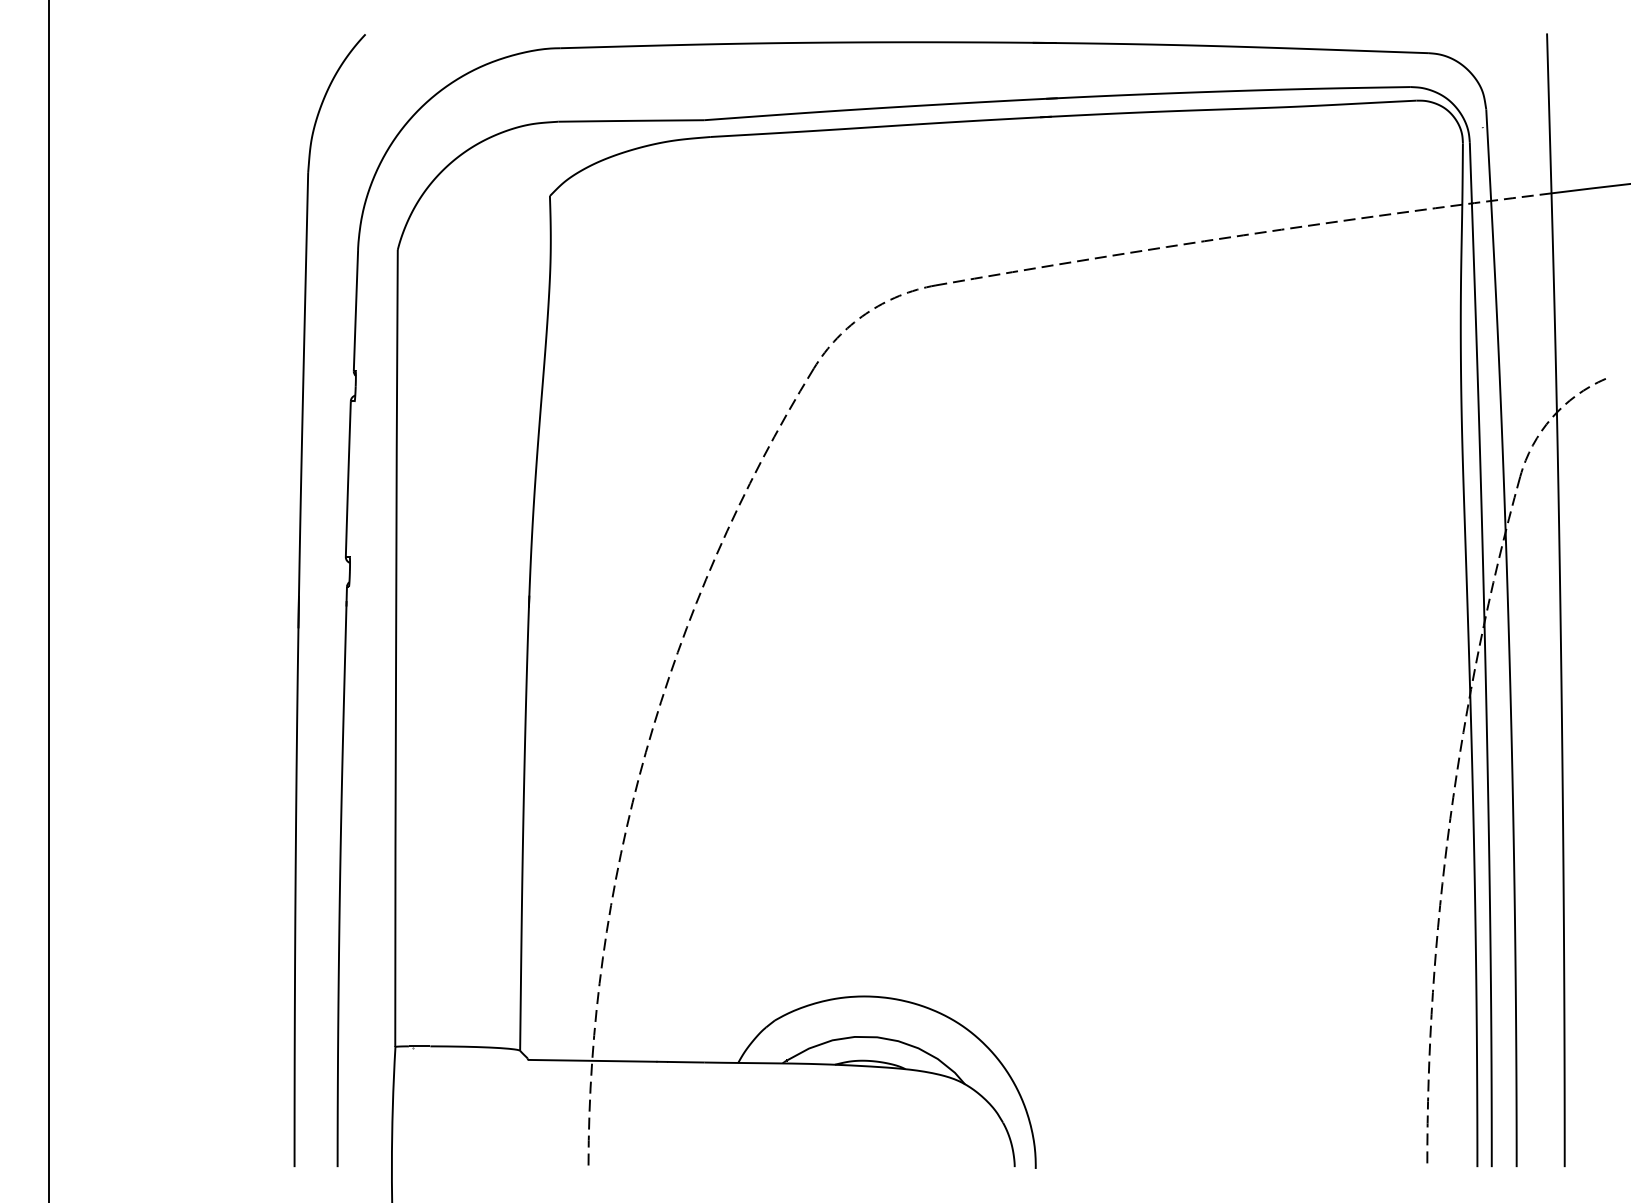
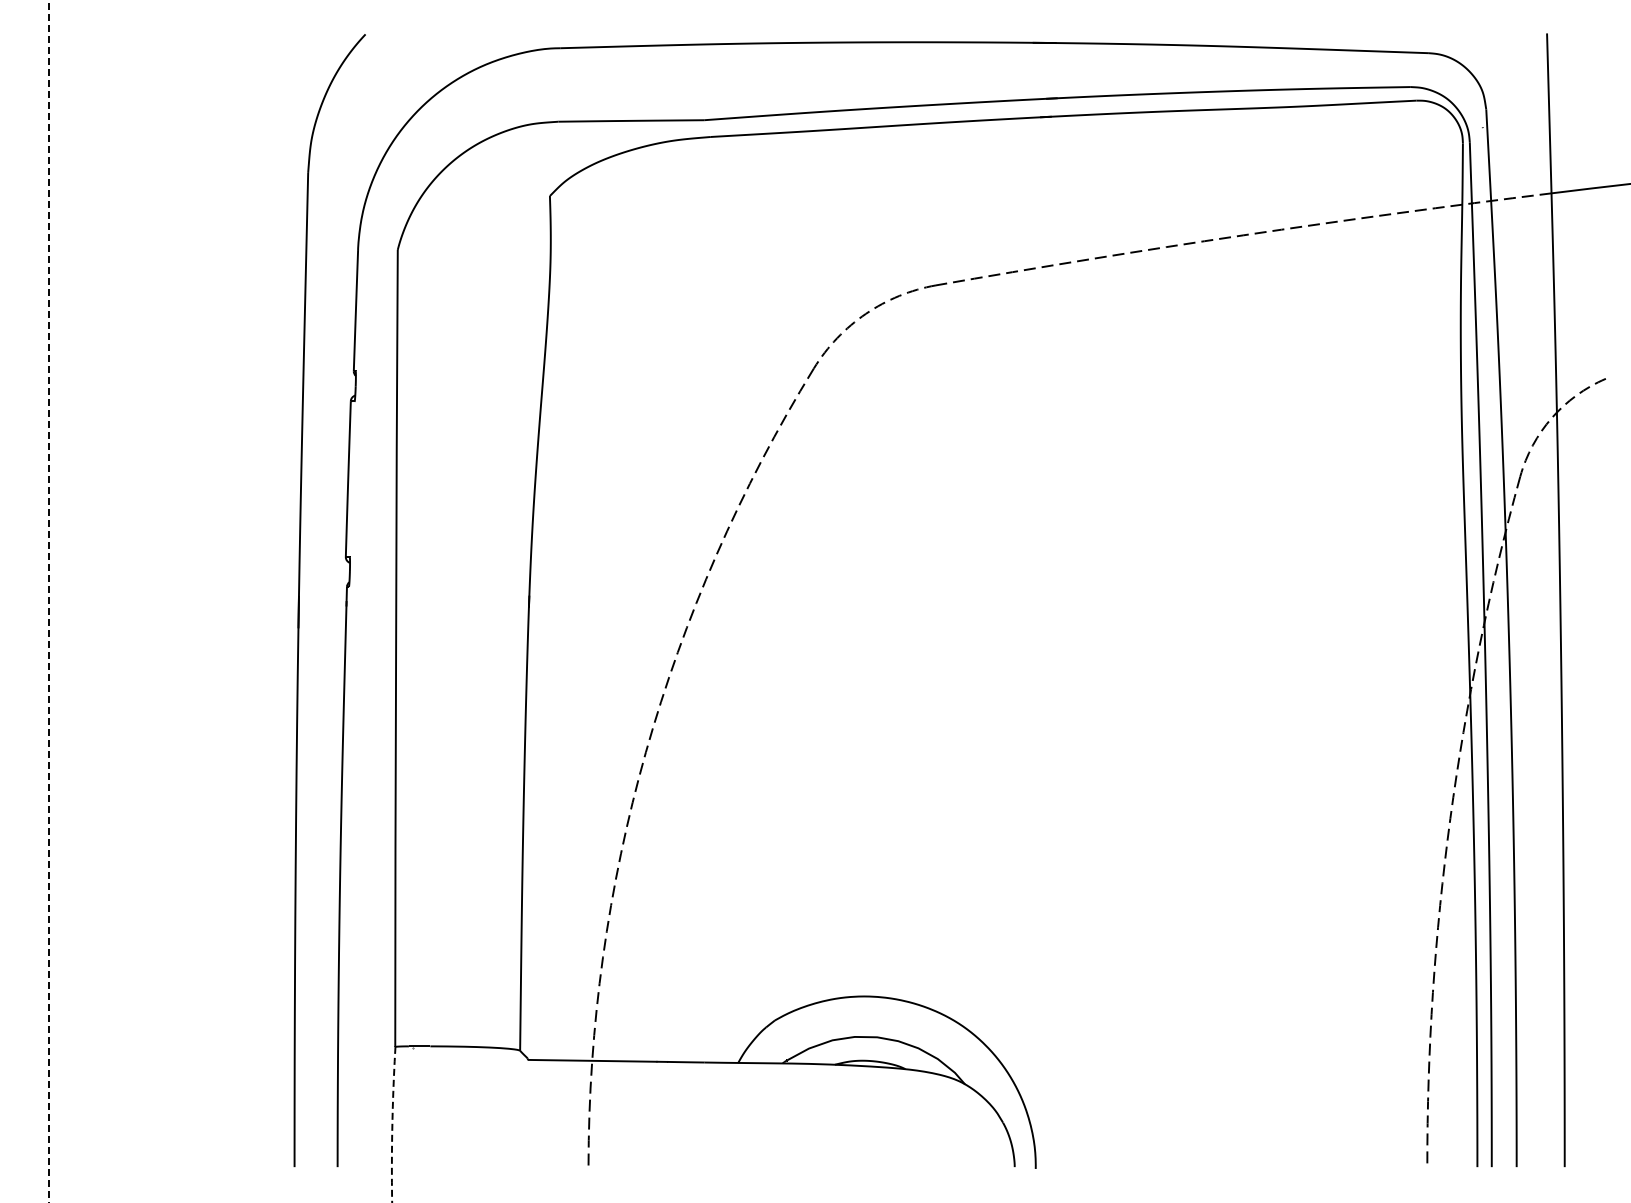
line at (48, 601): solid -> dashed
arc at (392, 1125): solid -> dashed
